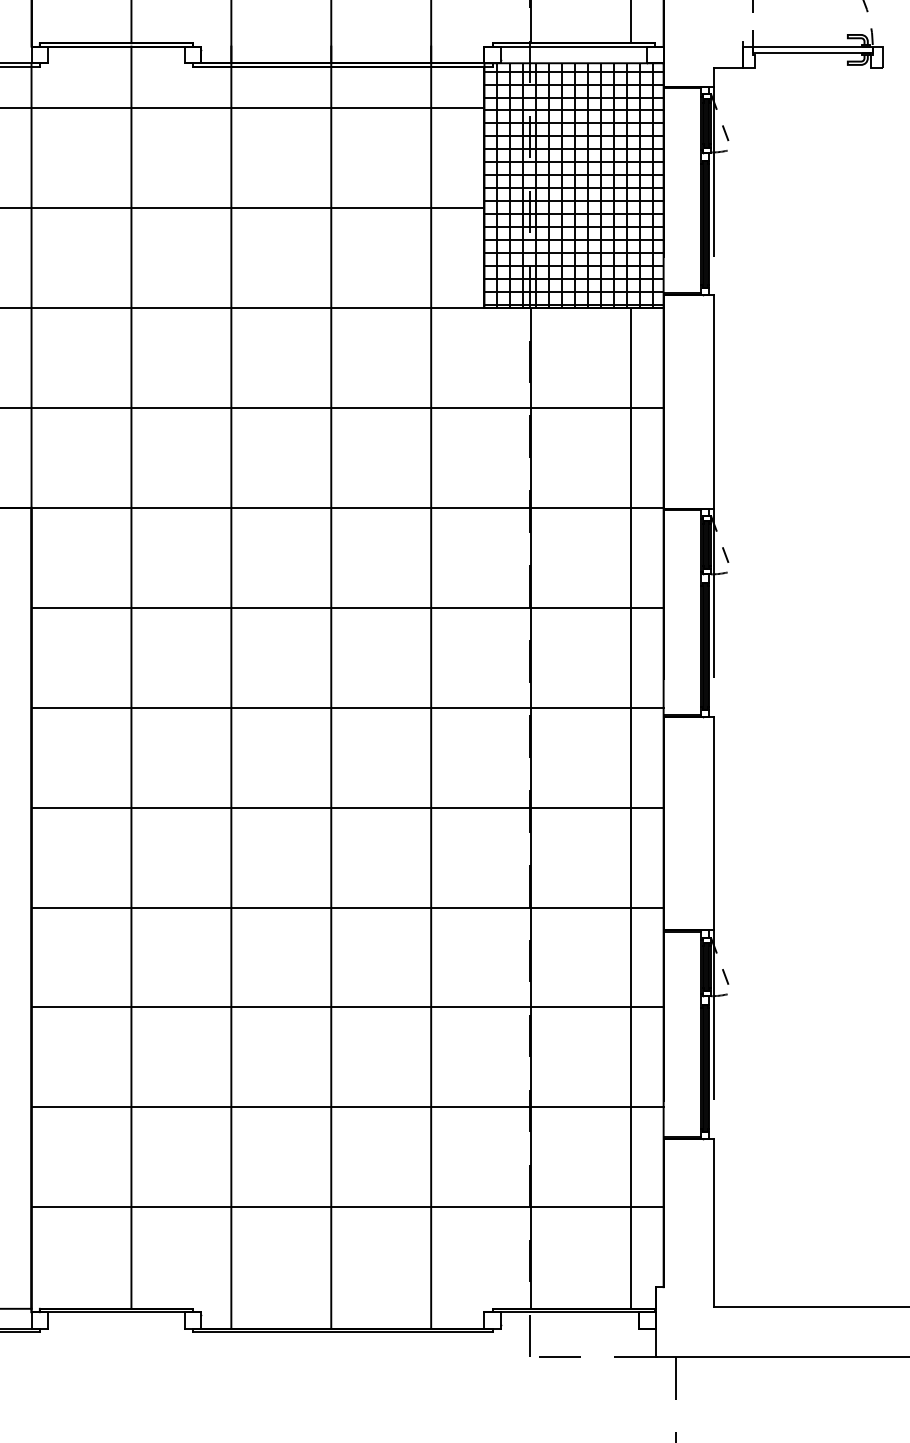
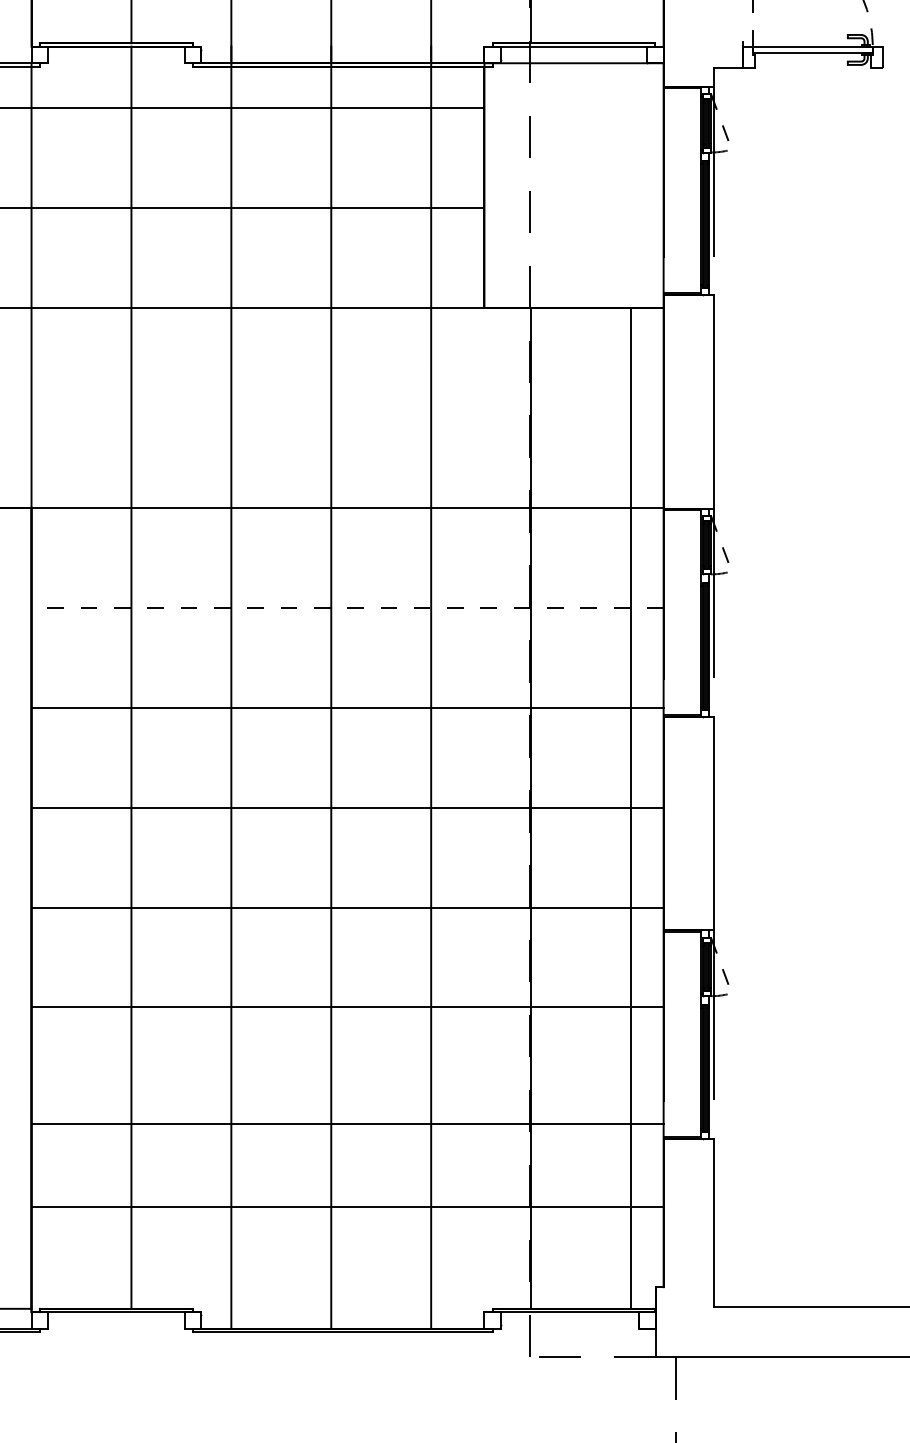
line at (631, 22): present -> none
hatch at (573, 185): present -> none
line at (332, 407): present -> none
line at (347, 607): solid -> dashed
line at (347, 1107) position: (347, 1107) -> (347, 1124)
